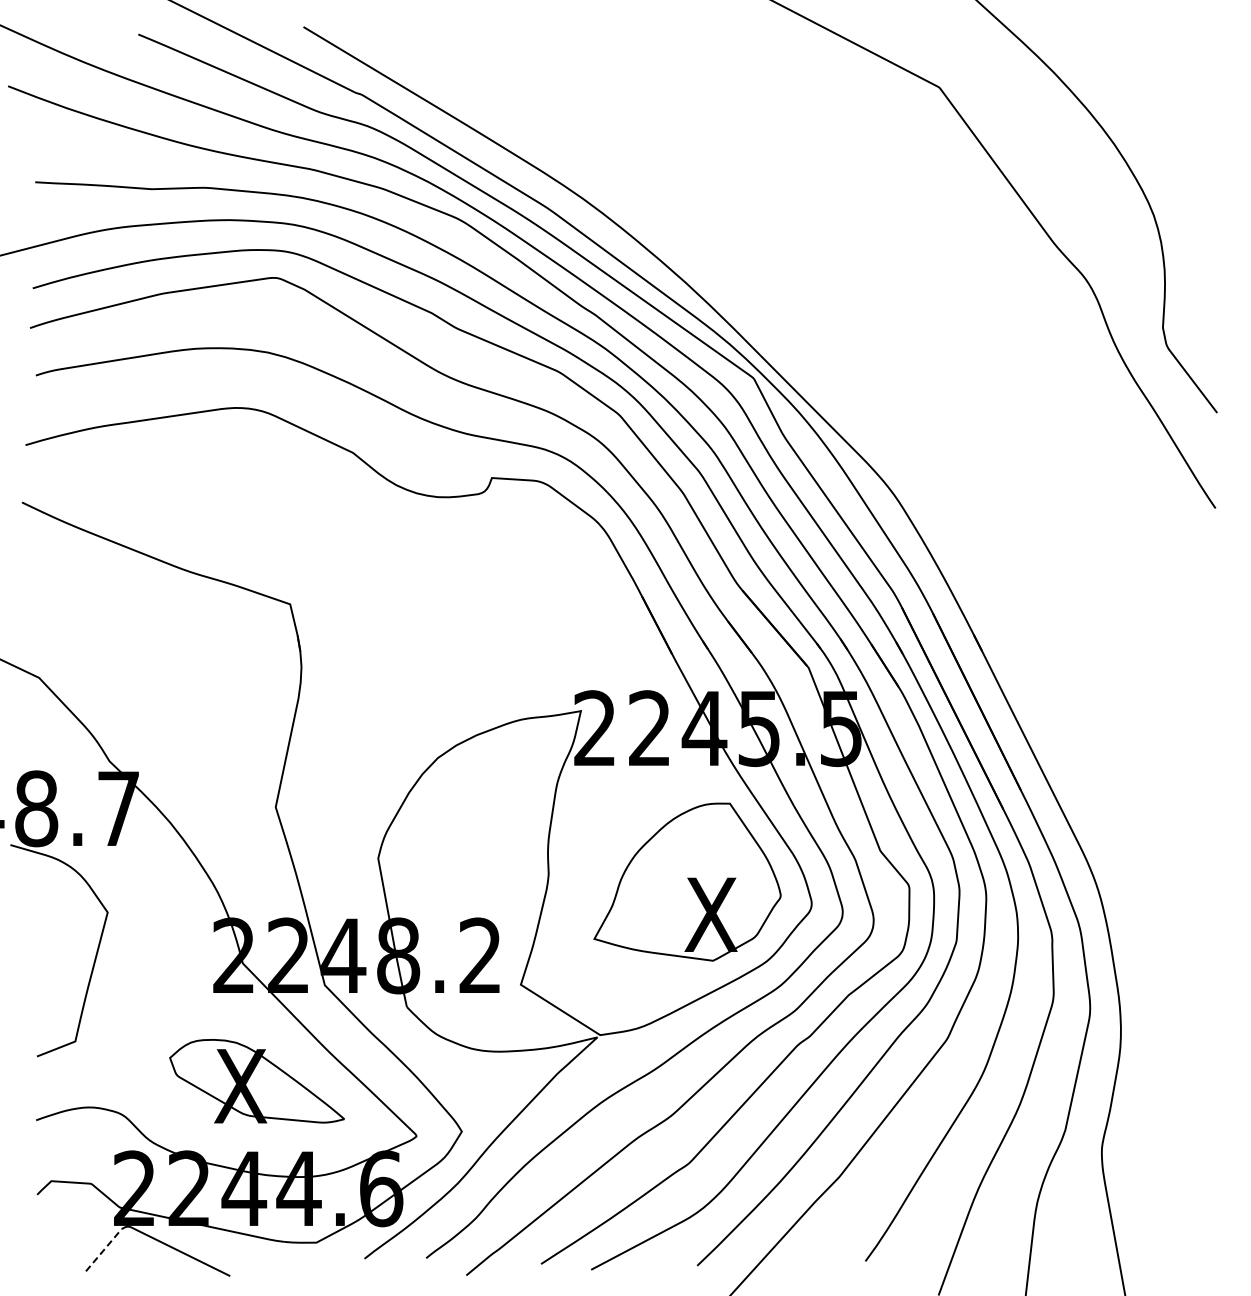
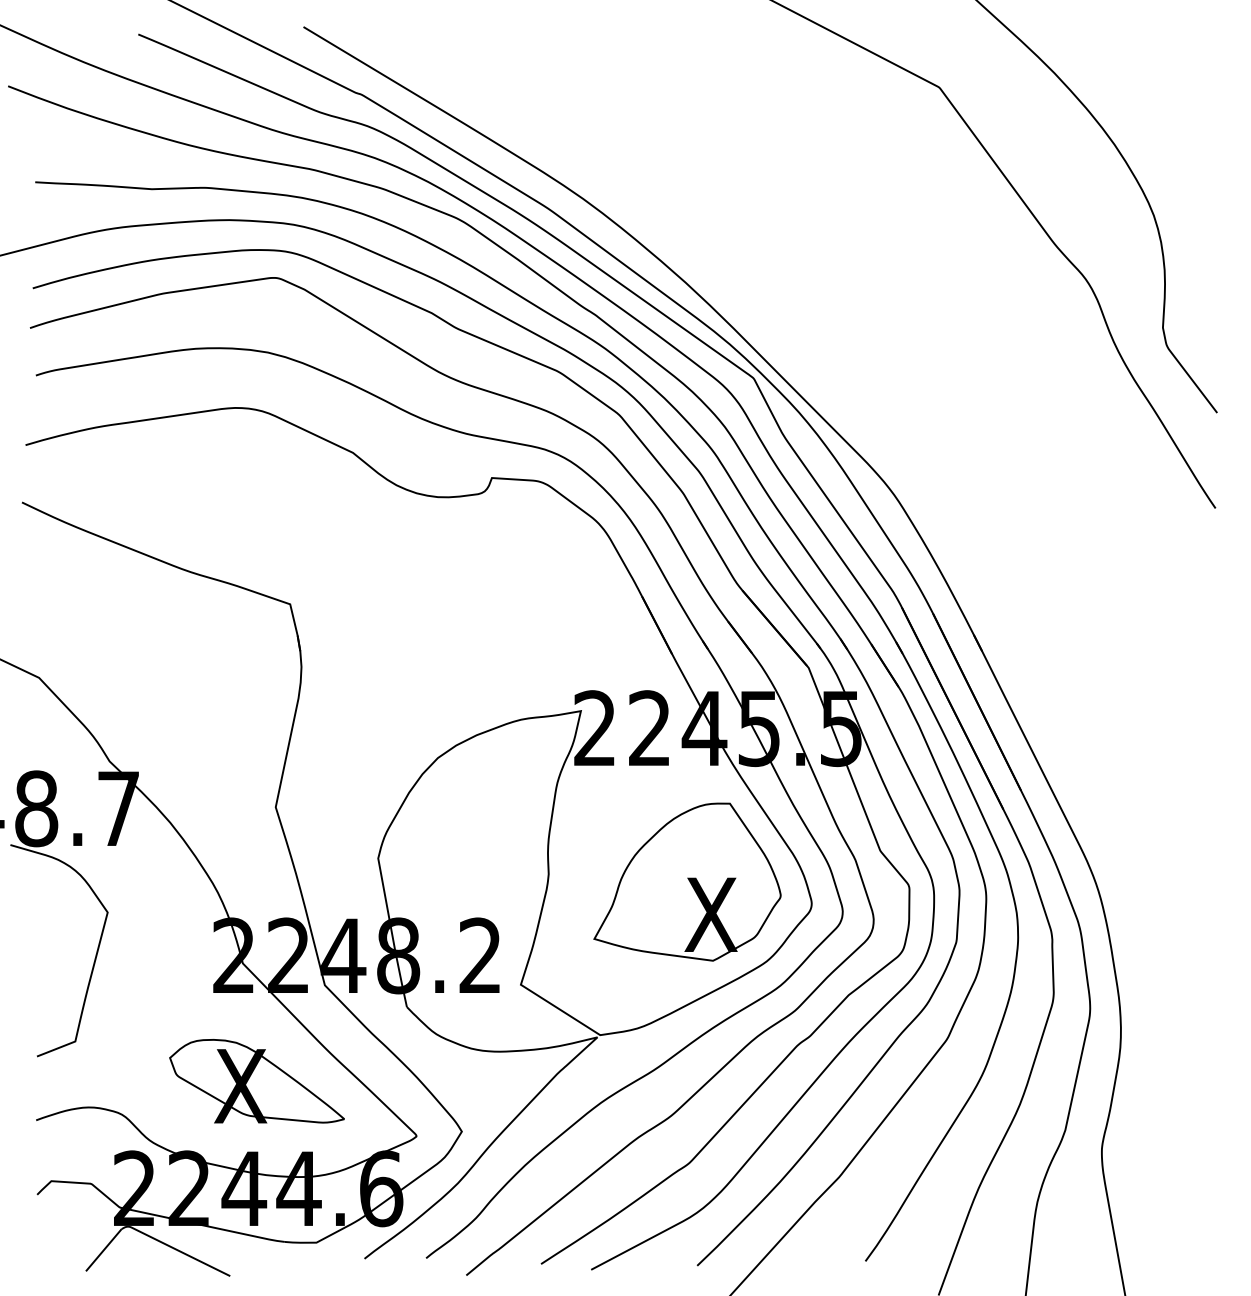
line at (103, 1250): dashed -> solid
